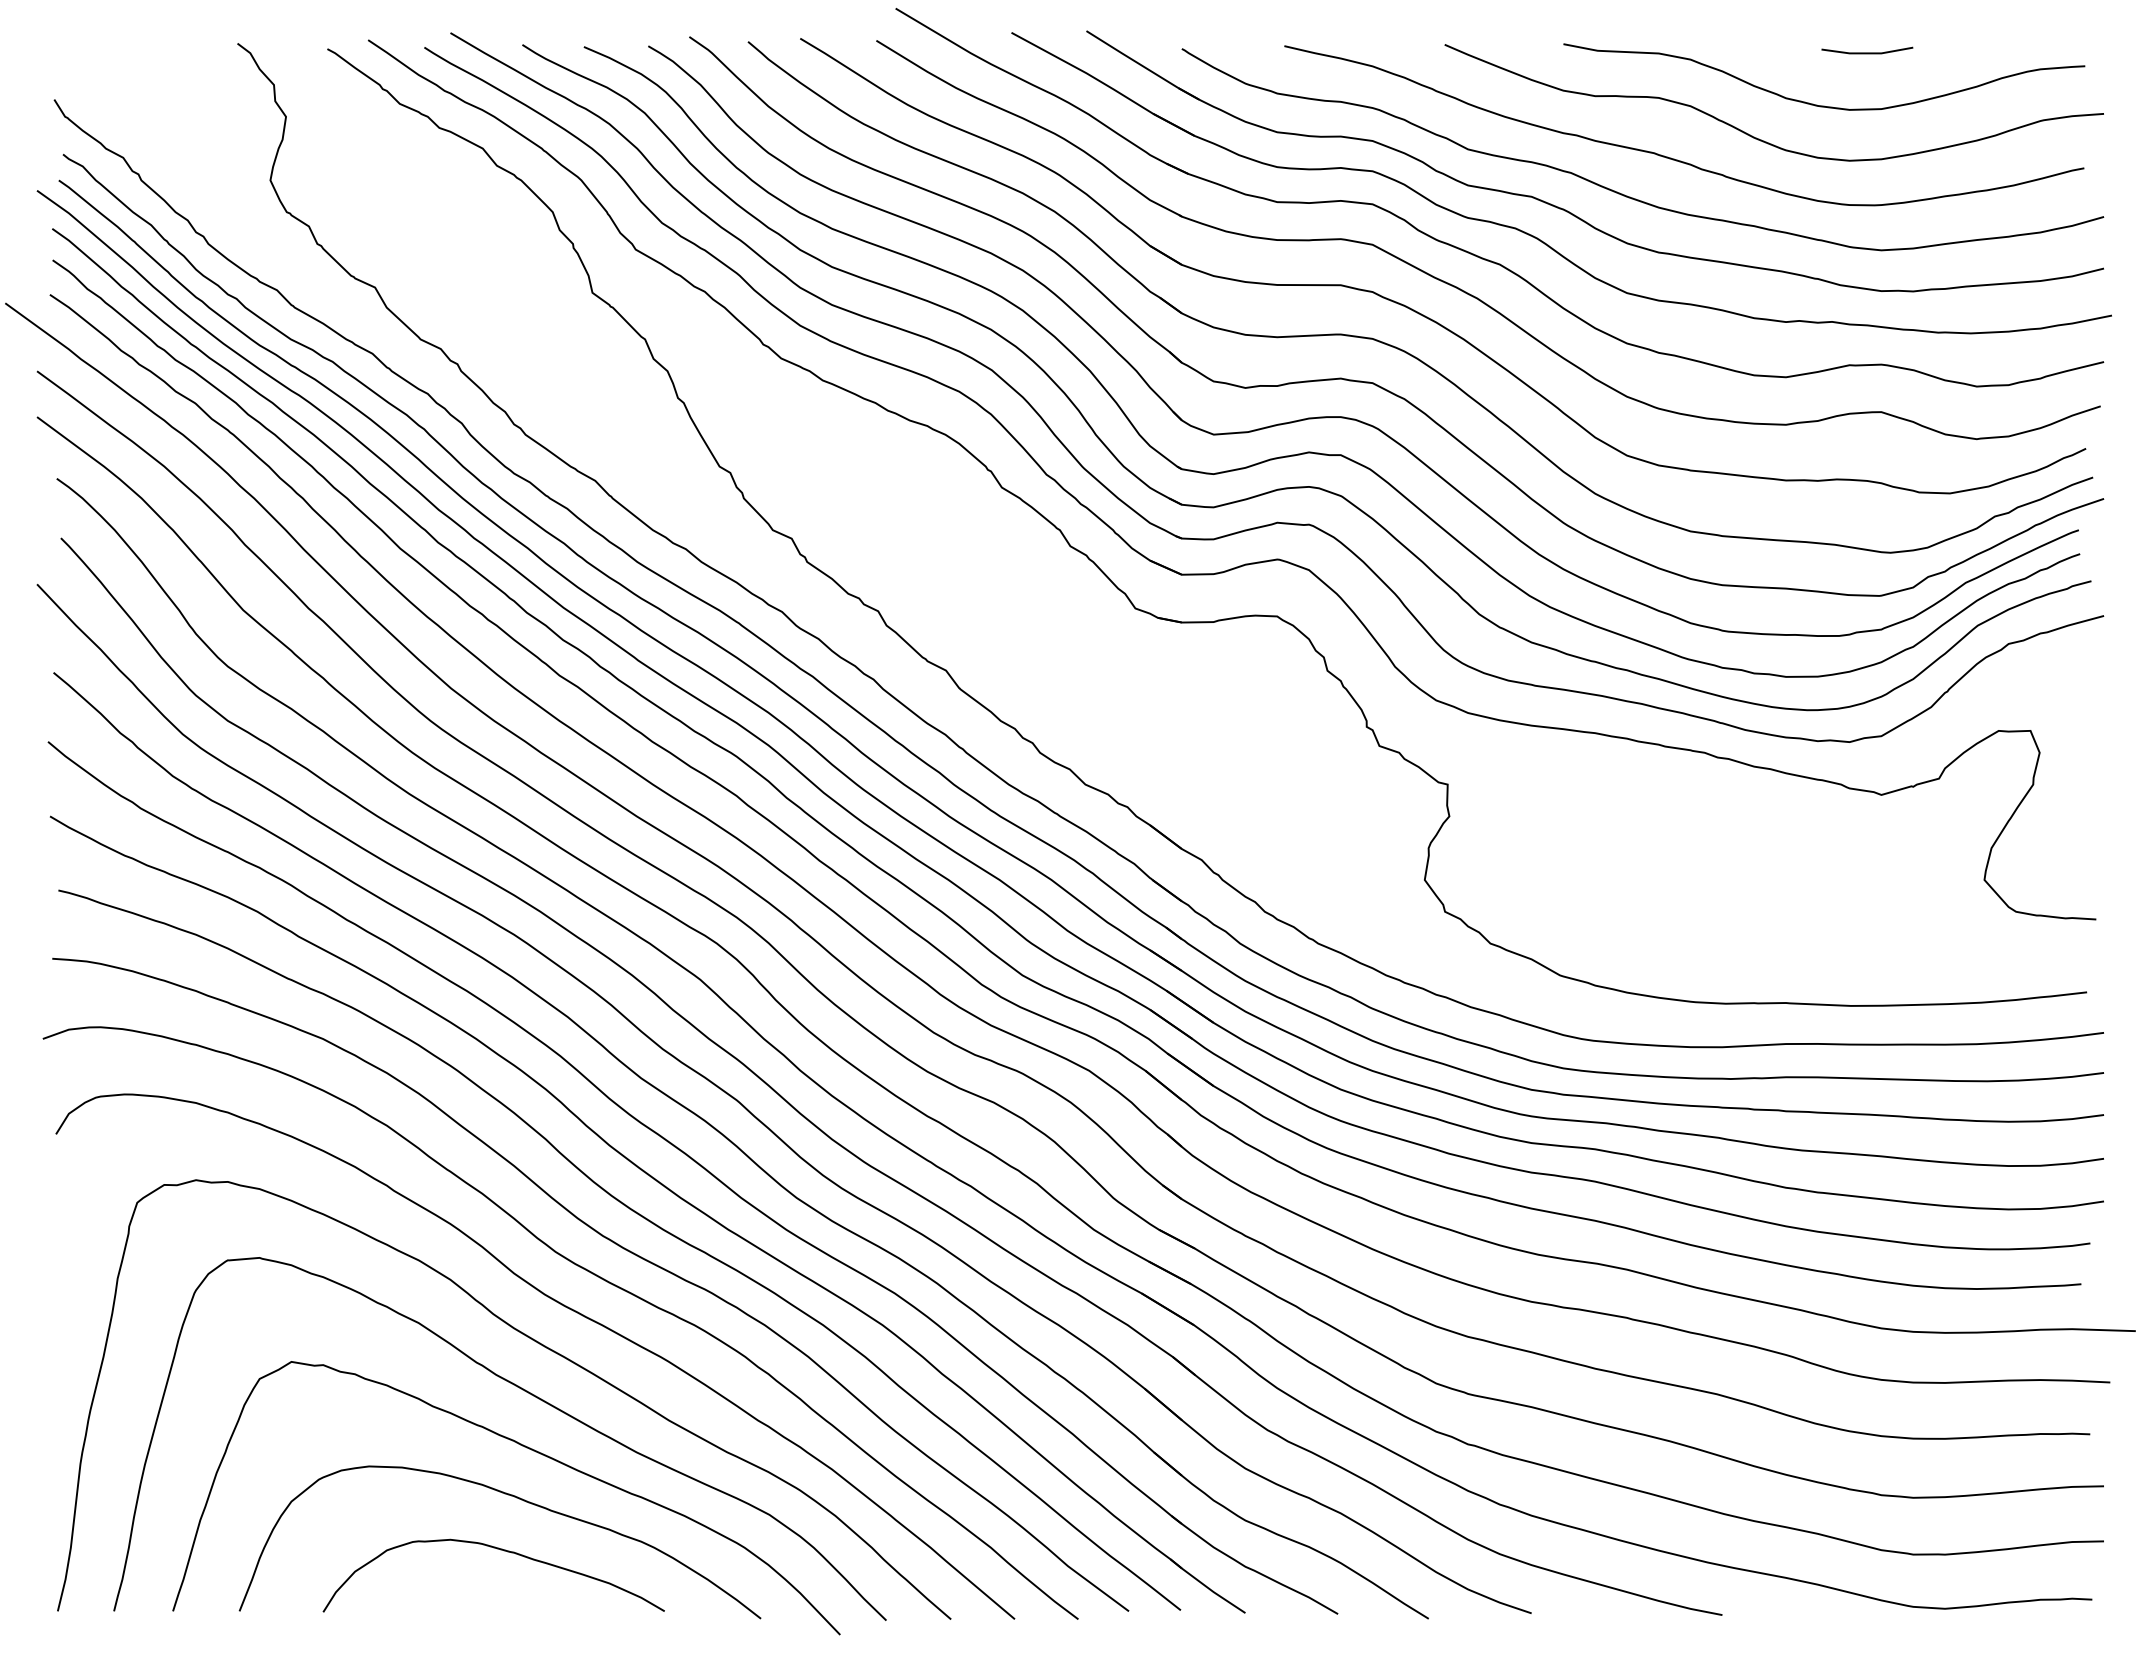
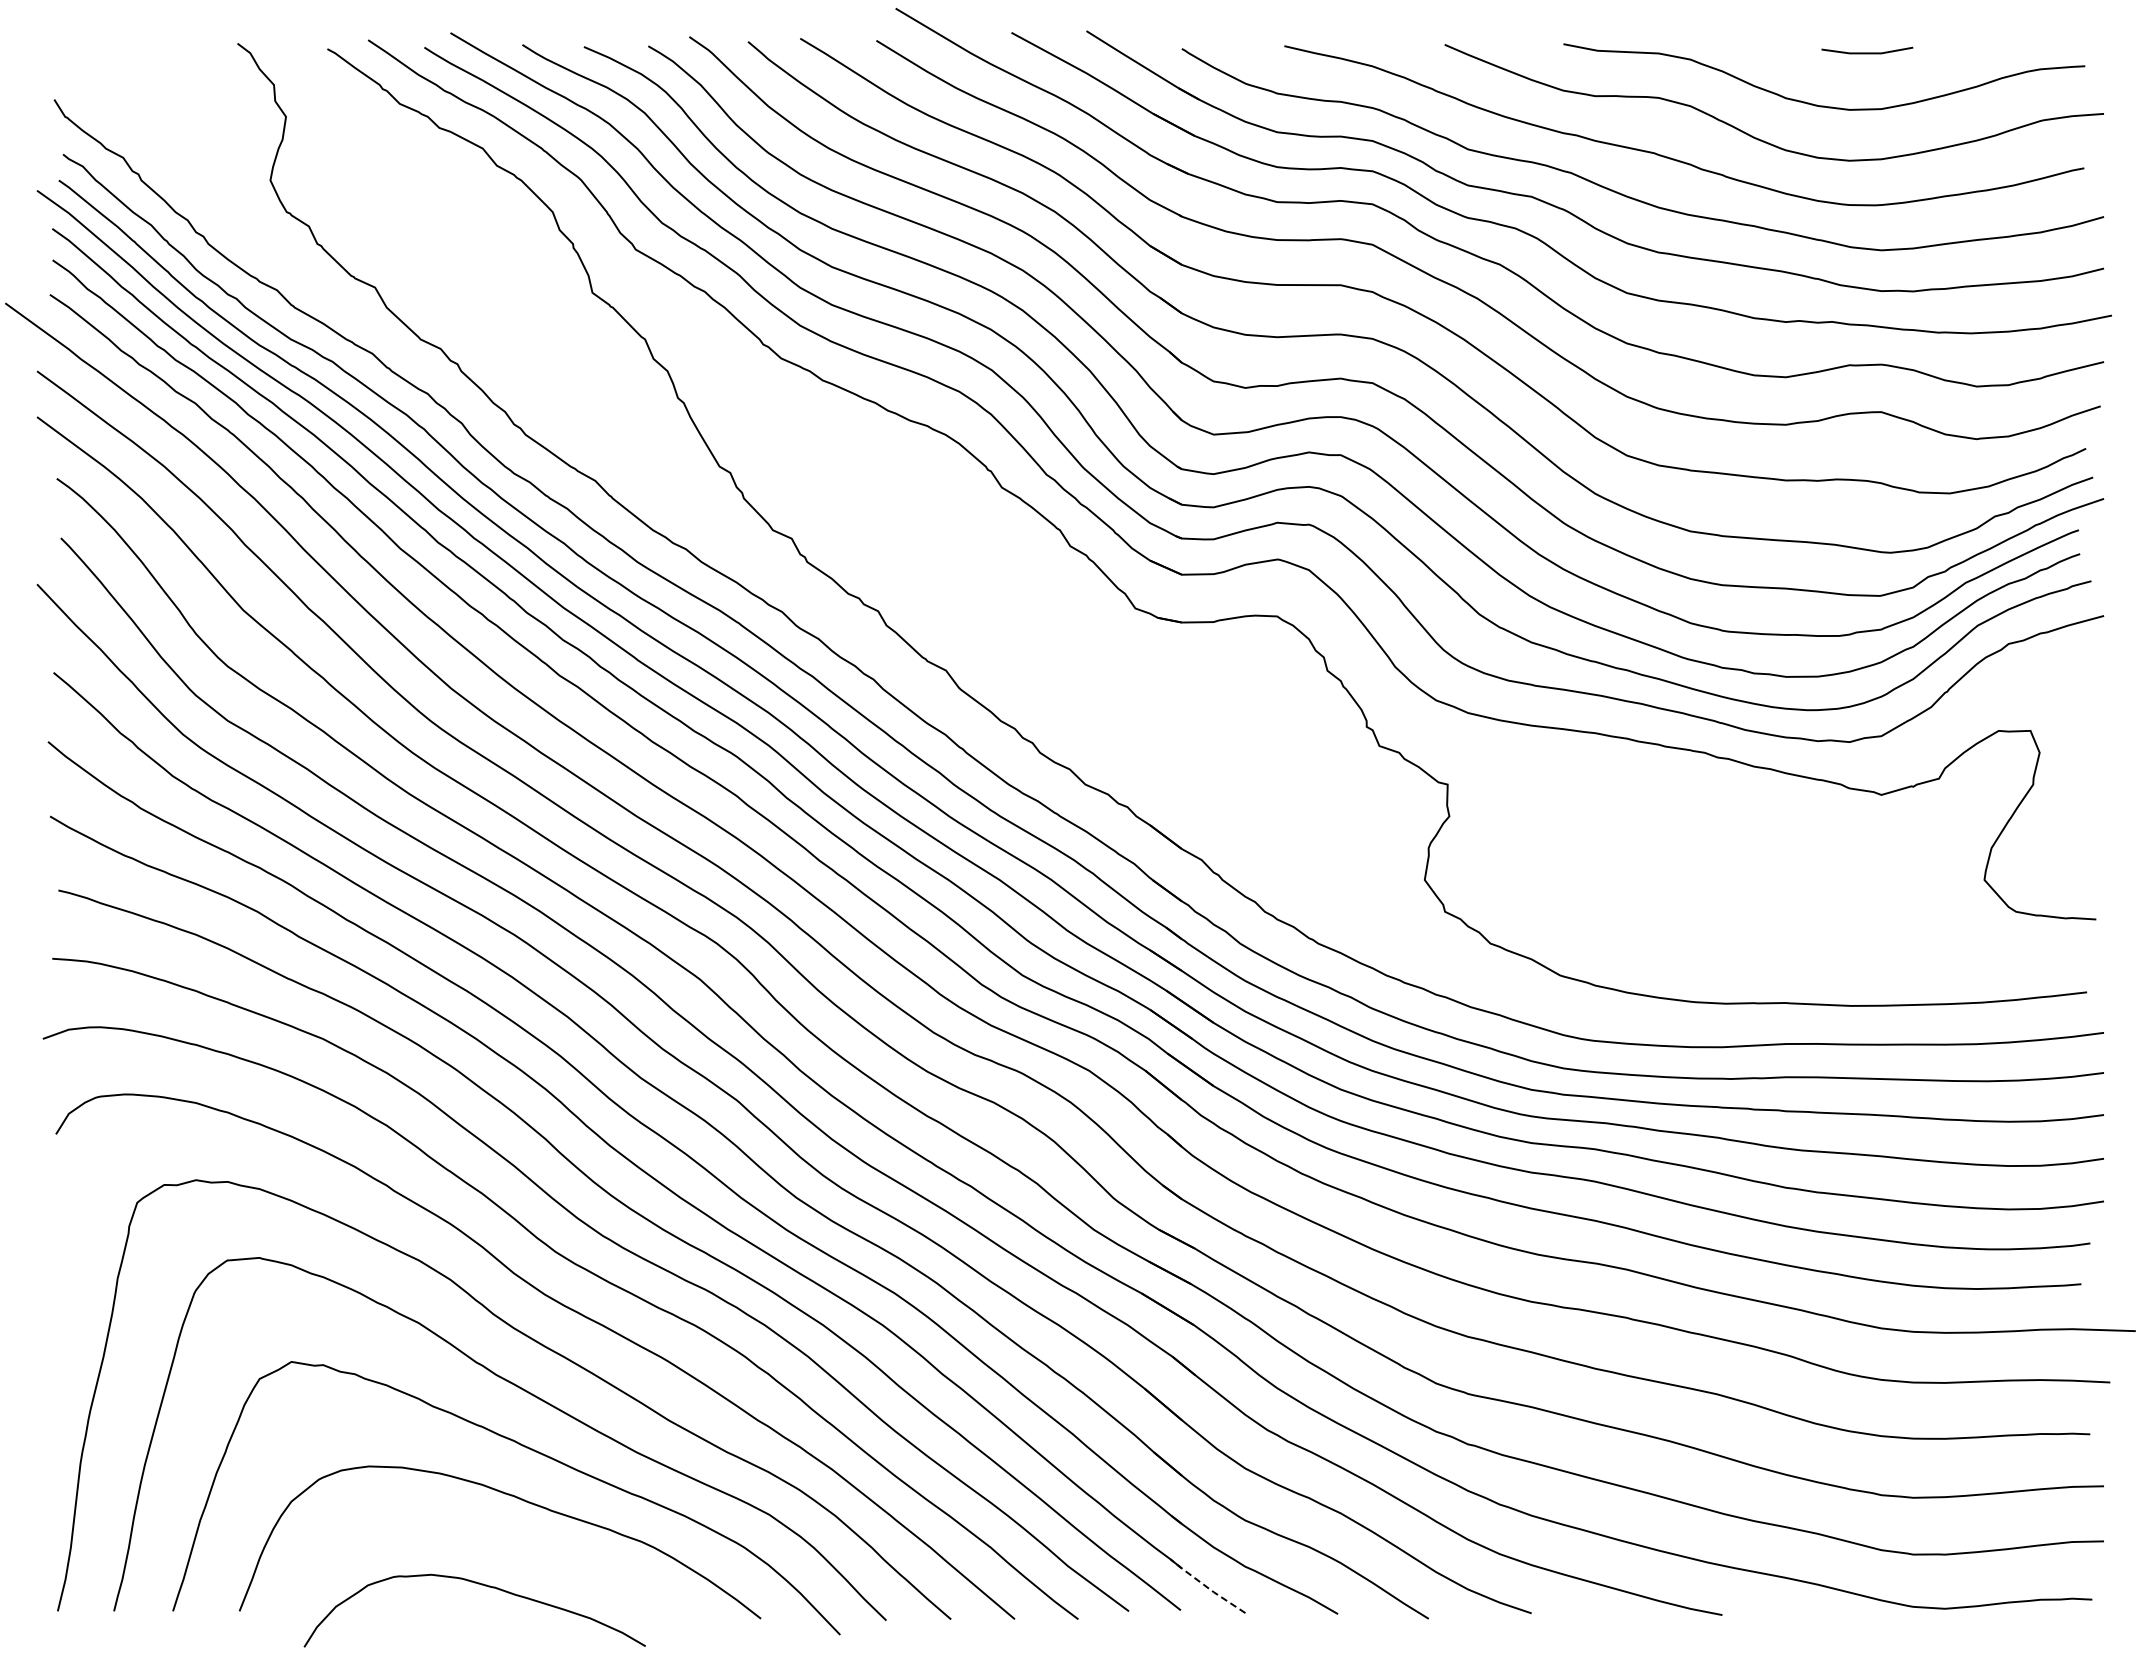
curve at (500, 1550) position: (500, 1550) -> (481, 1585)
line at (1207, 1587): solid -> dashed
